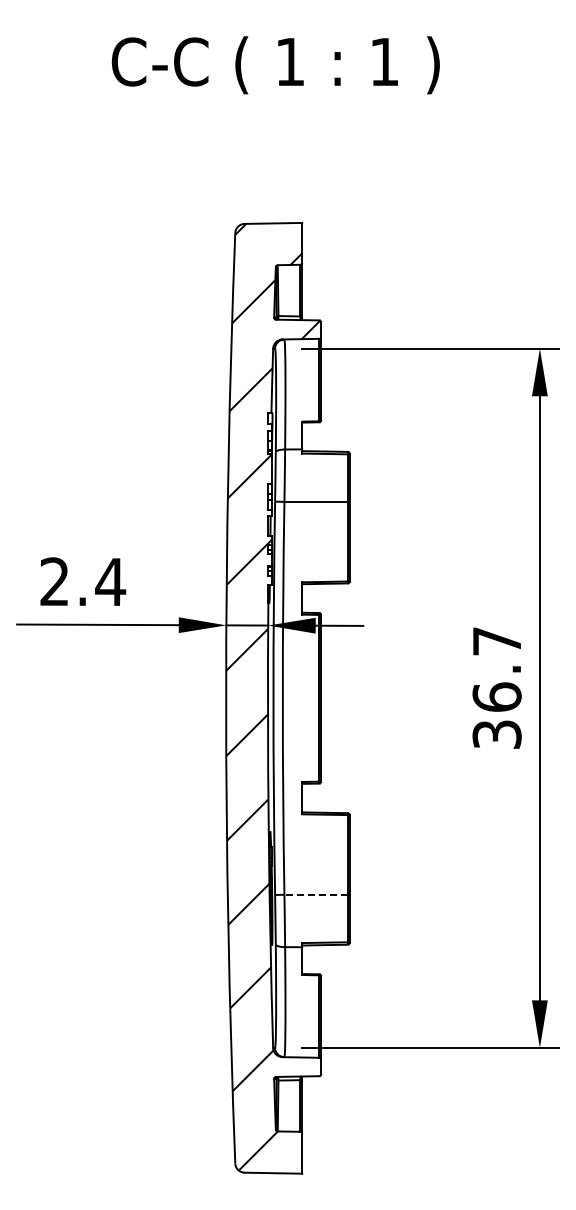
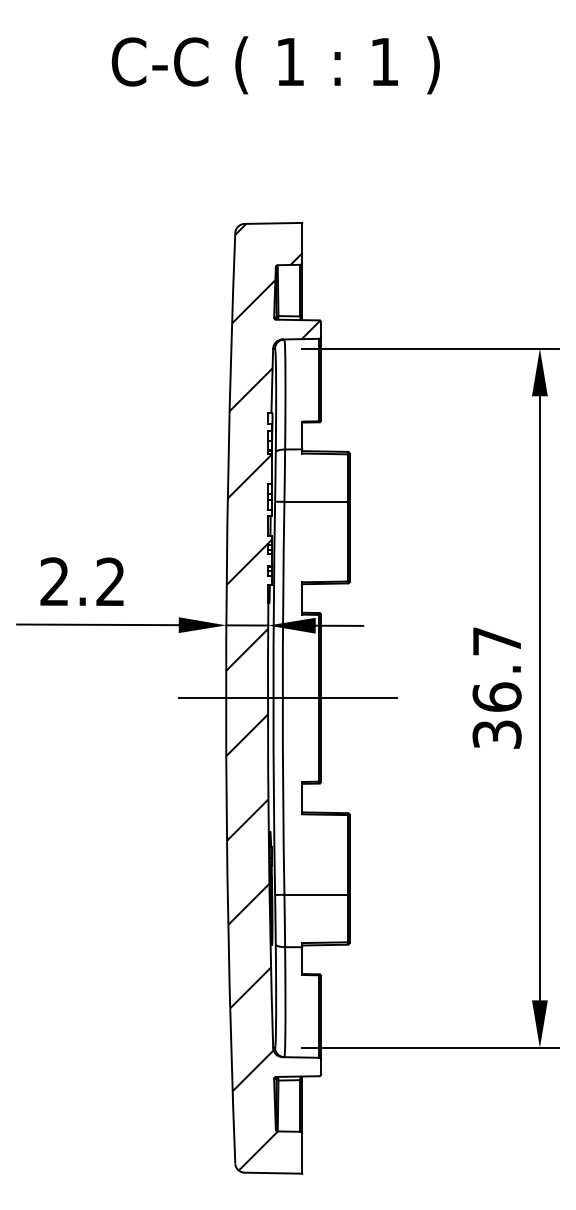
text at (110, 581): 2.4 -> 2.2
line at (287, 698): none -> present
line at (316, 894): dashed -> solid
